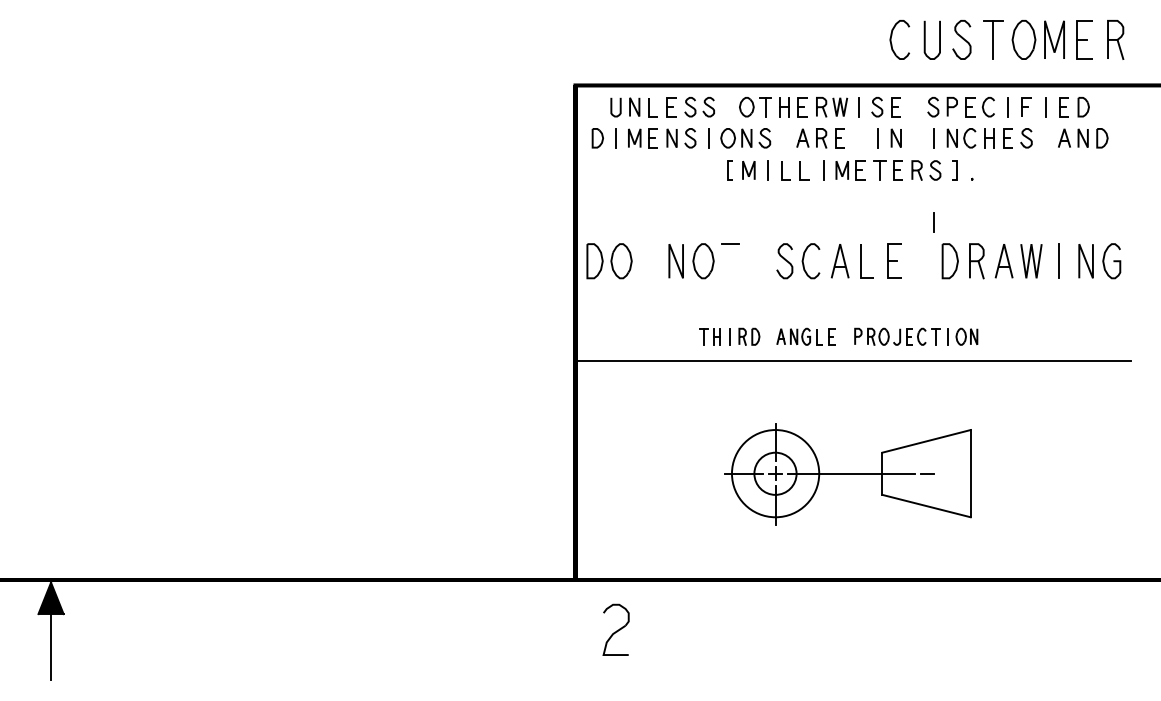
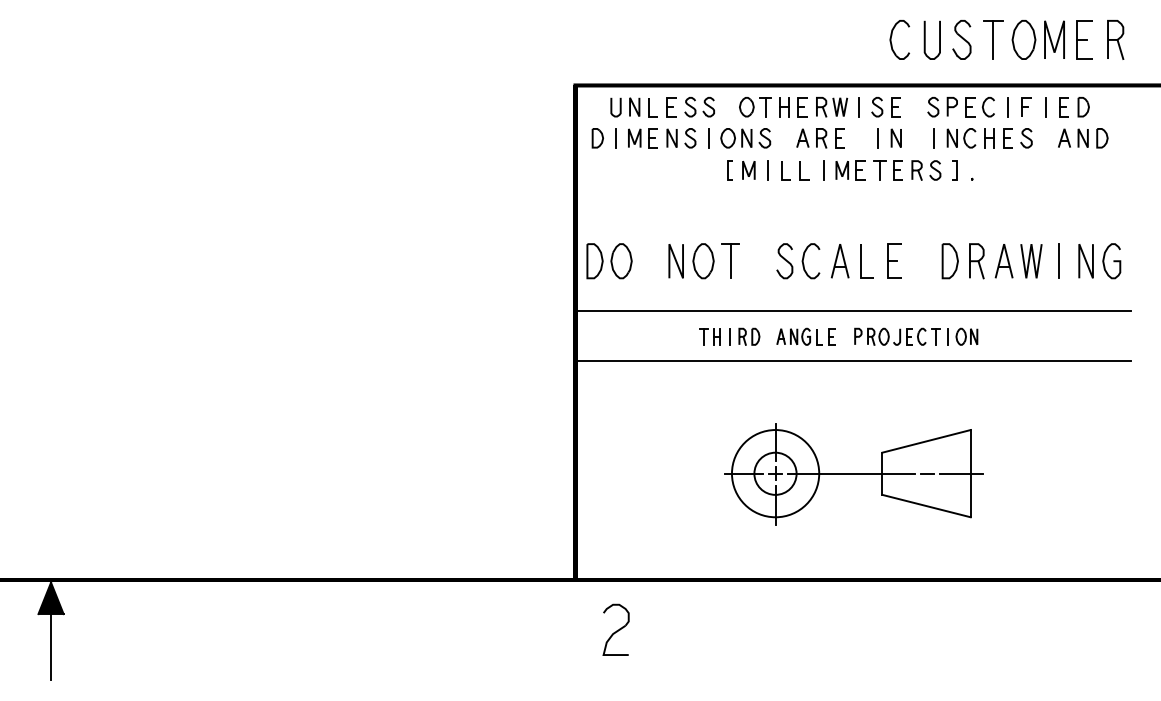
line at (933, 222): present -> none
line at (730, 261): none -> present
line at (853, 311): none -> present
line at (961, 473): none -> present
